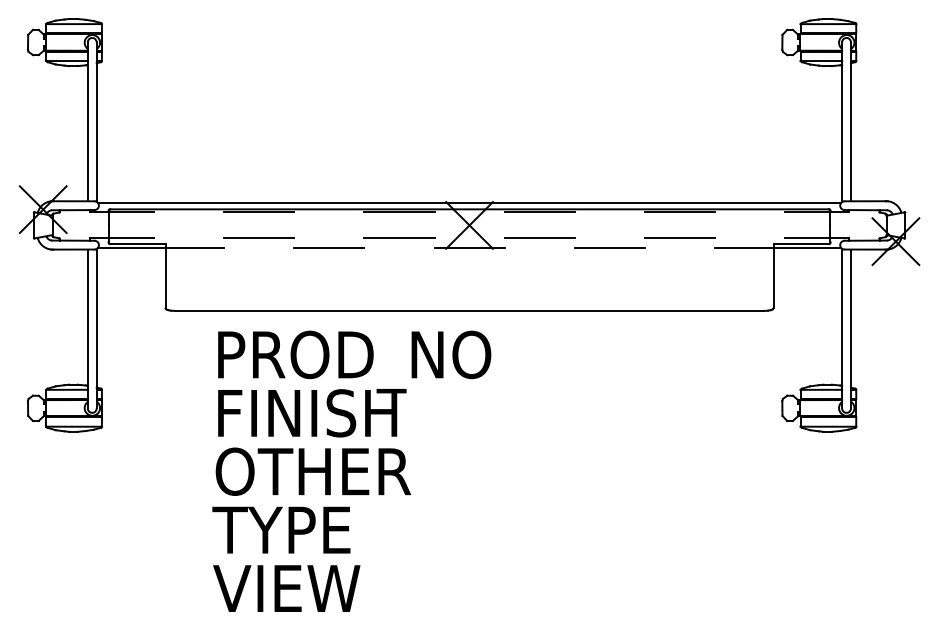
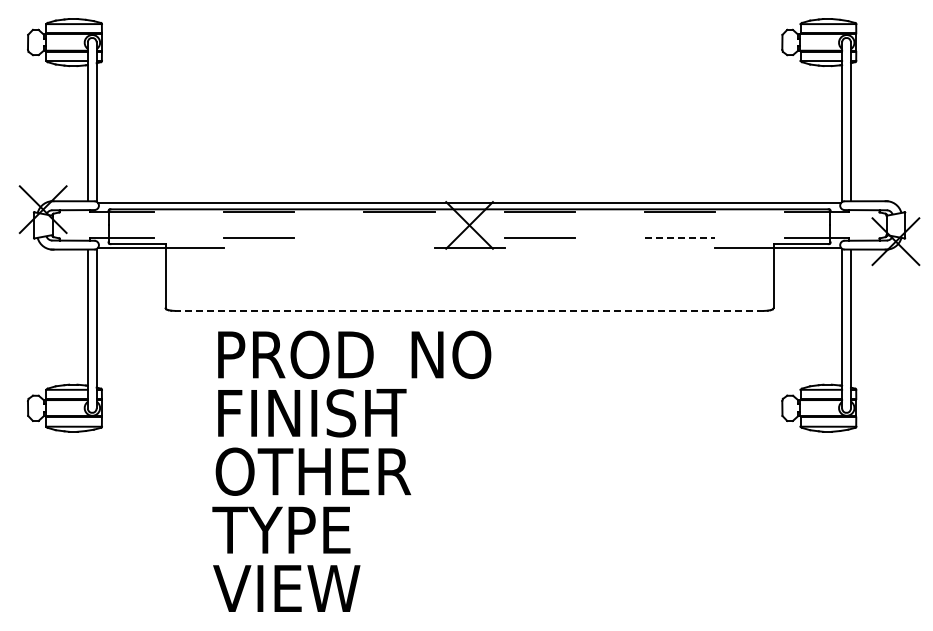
line at (399, 238): present -> none
line at (680, 238): solid -> dashed
line at (328, 247): present -> none
line at (609, 247): present -> none
line at (469, 310): solid -> dashed
